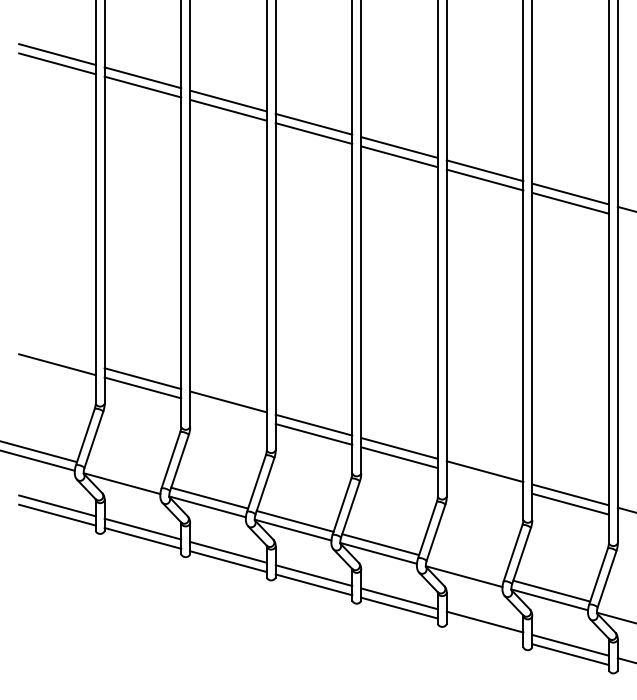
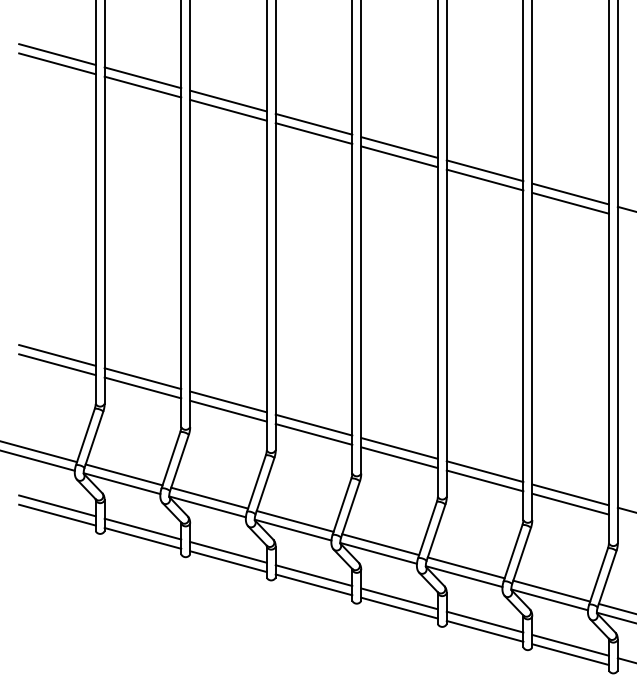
line at (57, 355): none -> present
line at (228, 410): none -> present
line at (123, 474): none -> present
line at (484, 480): none -> present
line at (465, 567): none -> present
line at (615, 608): none -> present
line at (484, 630): none -> present
